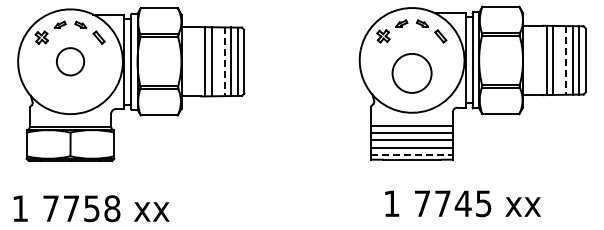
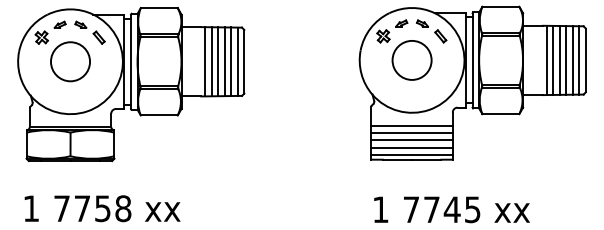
line at (559, 60): none -> present
line at (566, 60): dashed -> solid
circle at (70, 61) diameter: 27 px -> 39 px
line at (218, 61): none -> present
line at (224, 62): dashed -> solid
circle at (411, 73) position: (411, 73) -> (411, 60)
line at (412, 154): dashed -> solid
text at (462, 203) position: (462, 203) -> (451, 209)
text at (91, 208) position: (91, 208) -> (102, 208)
